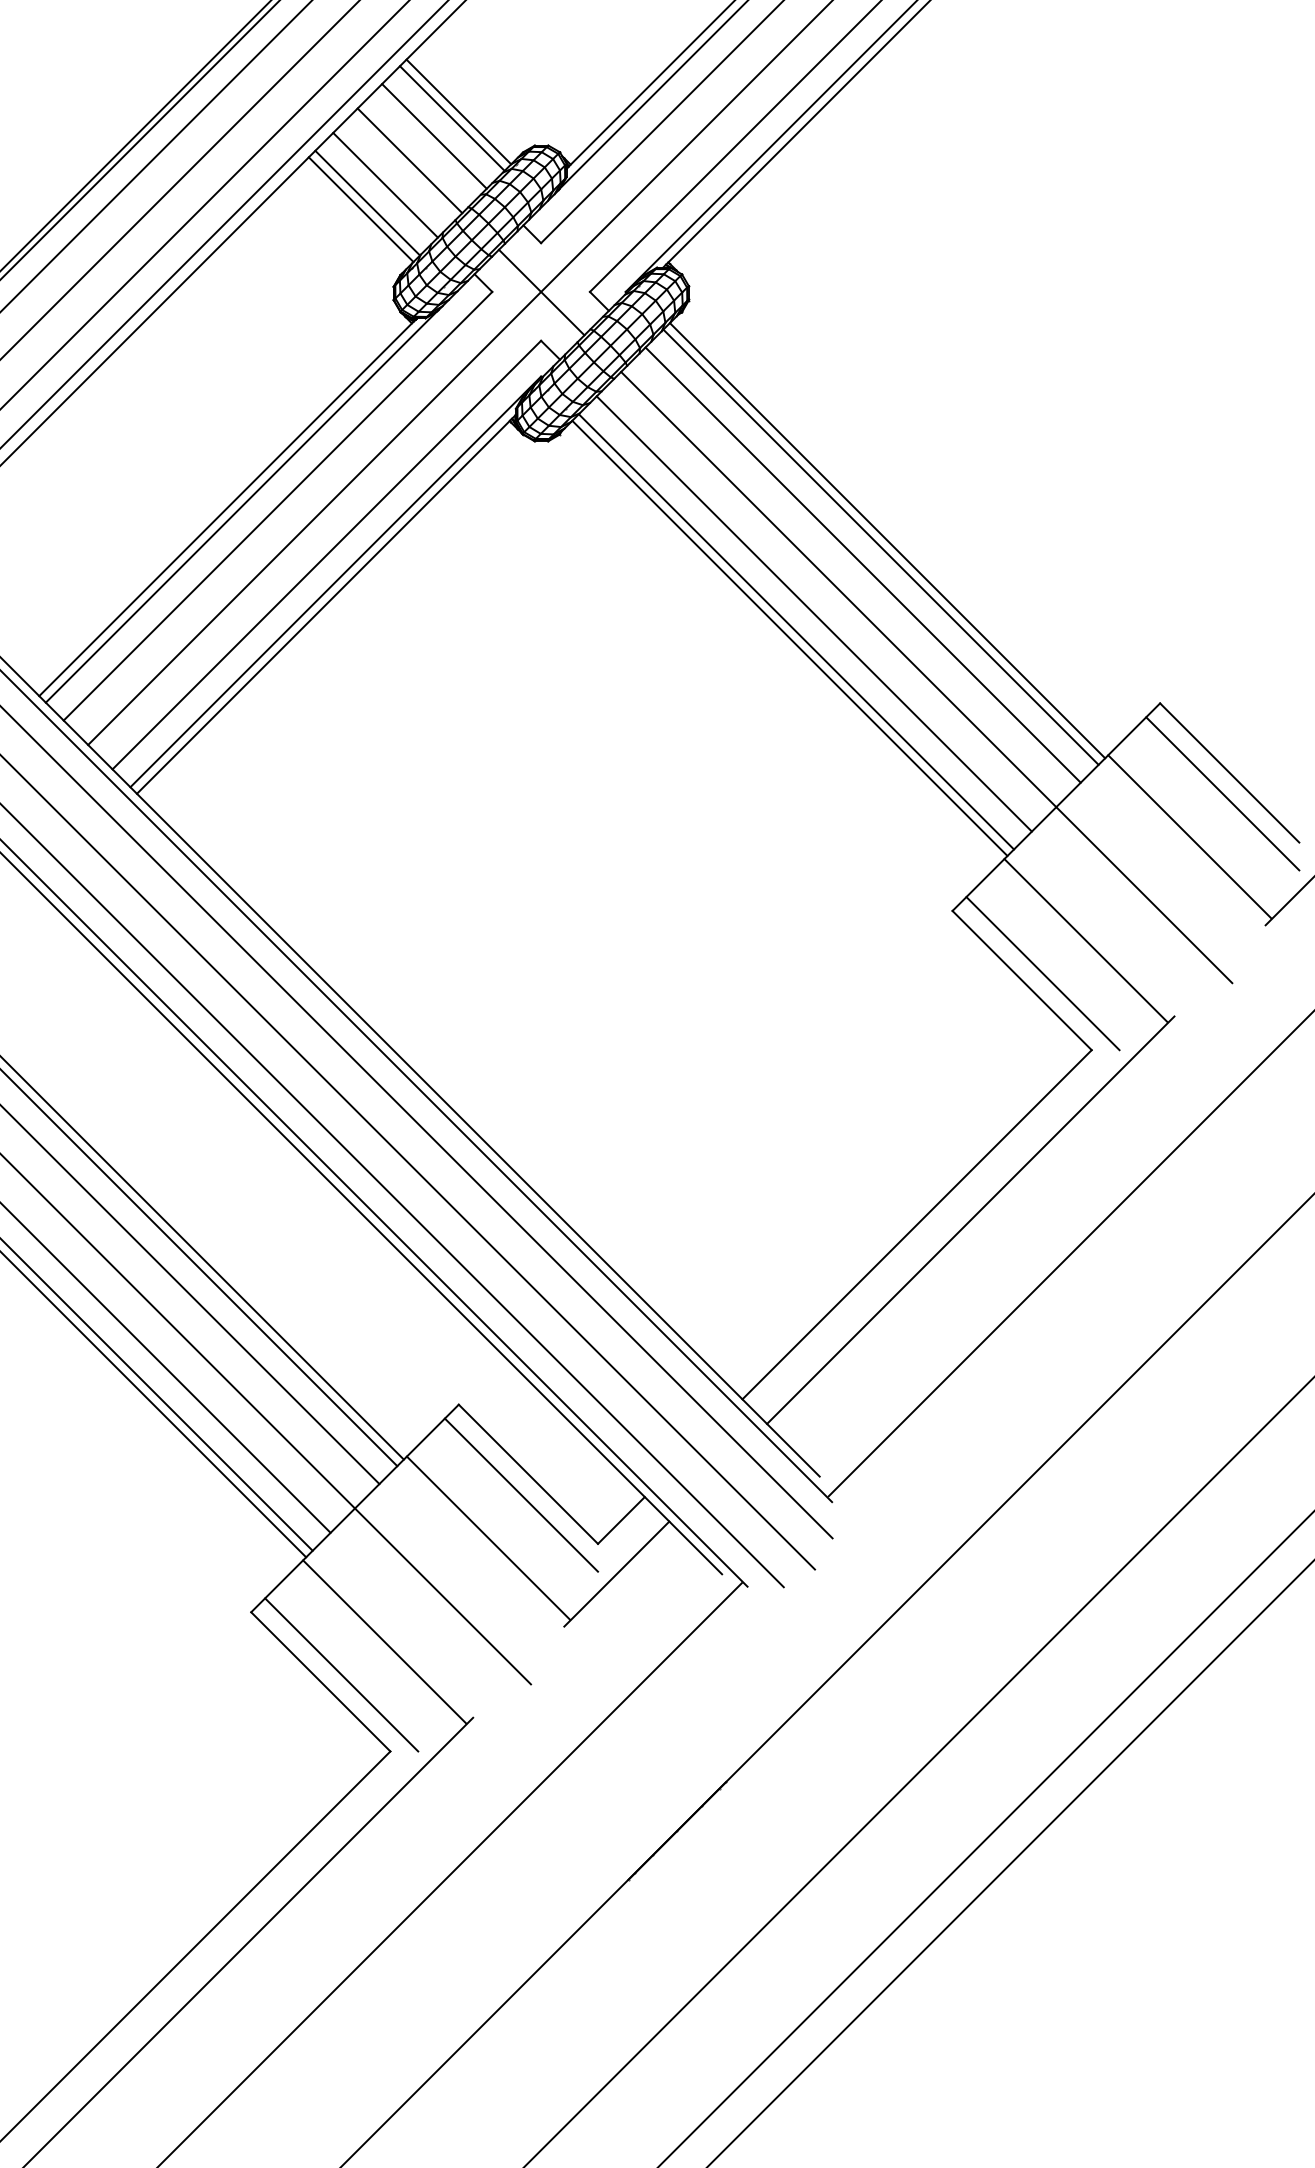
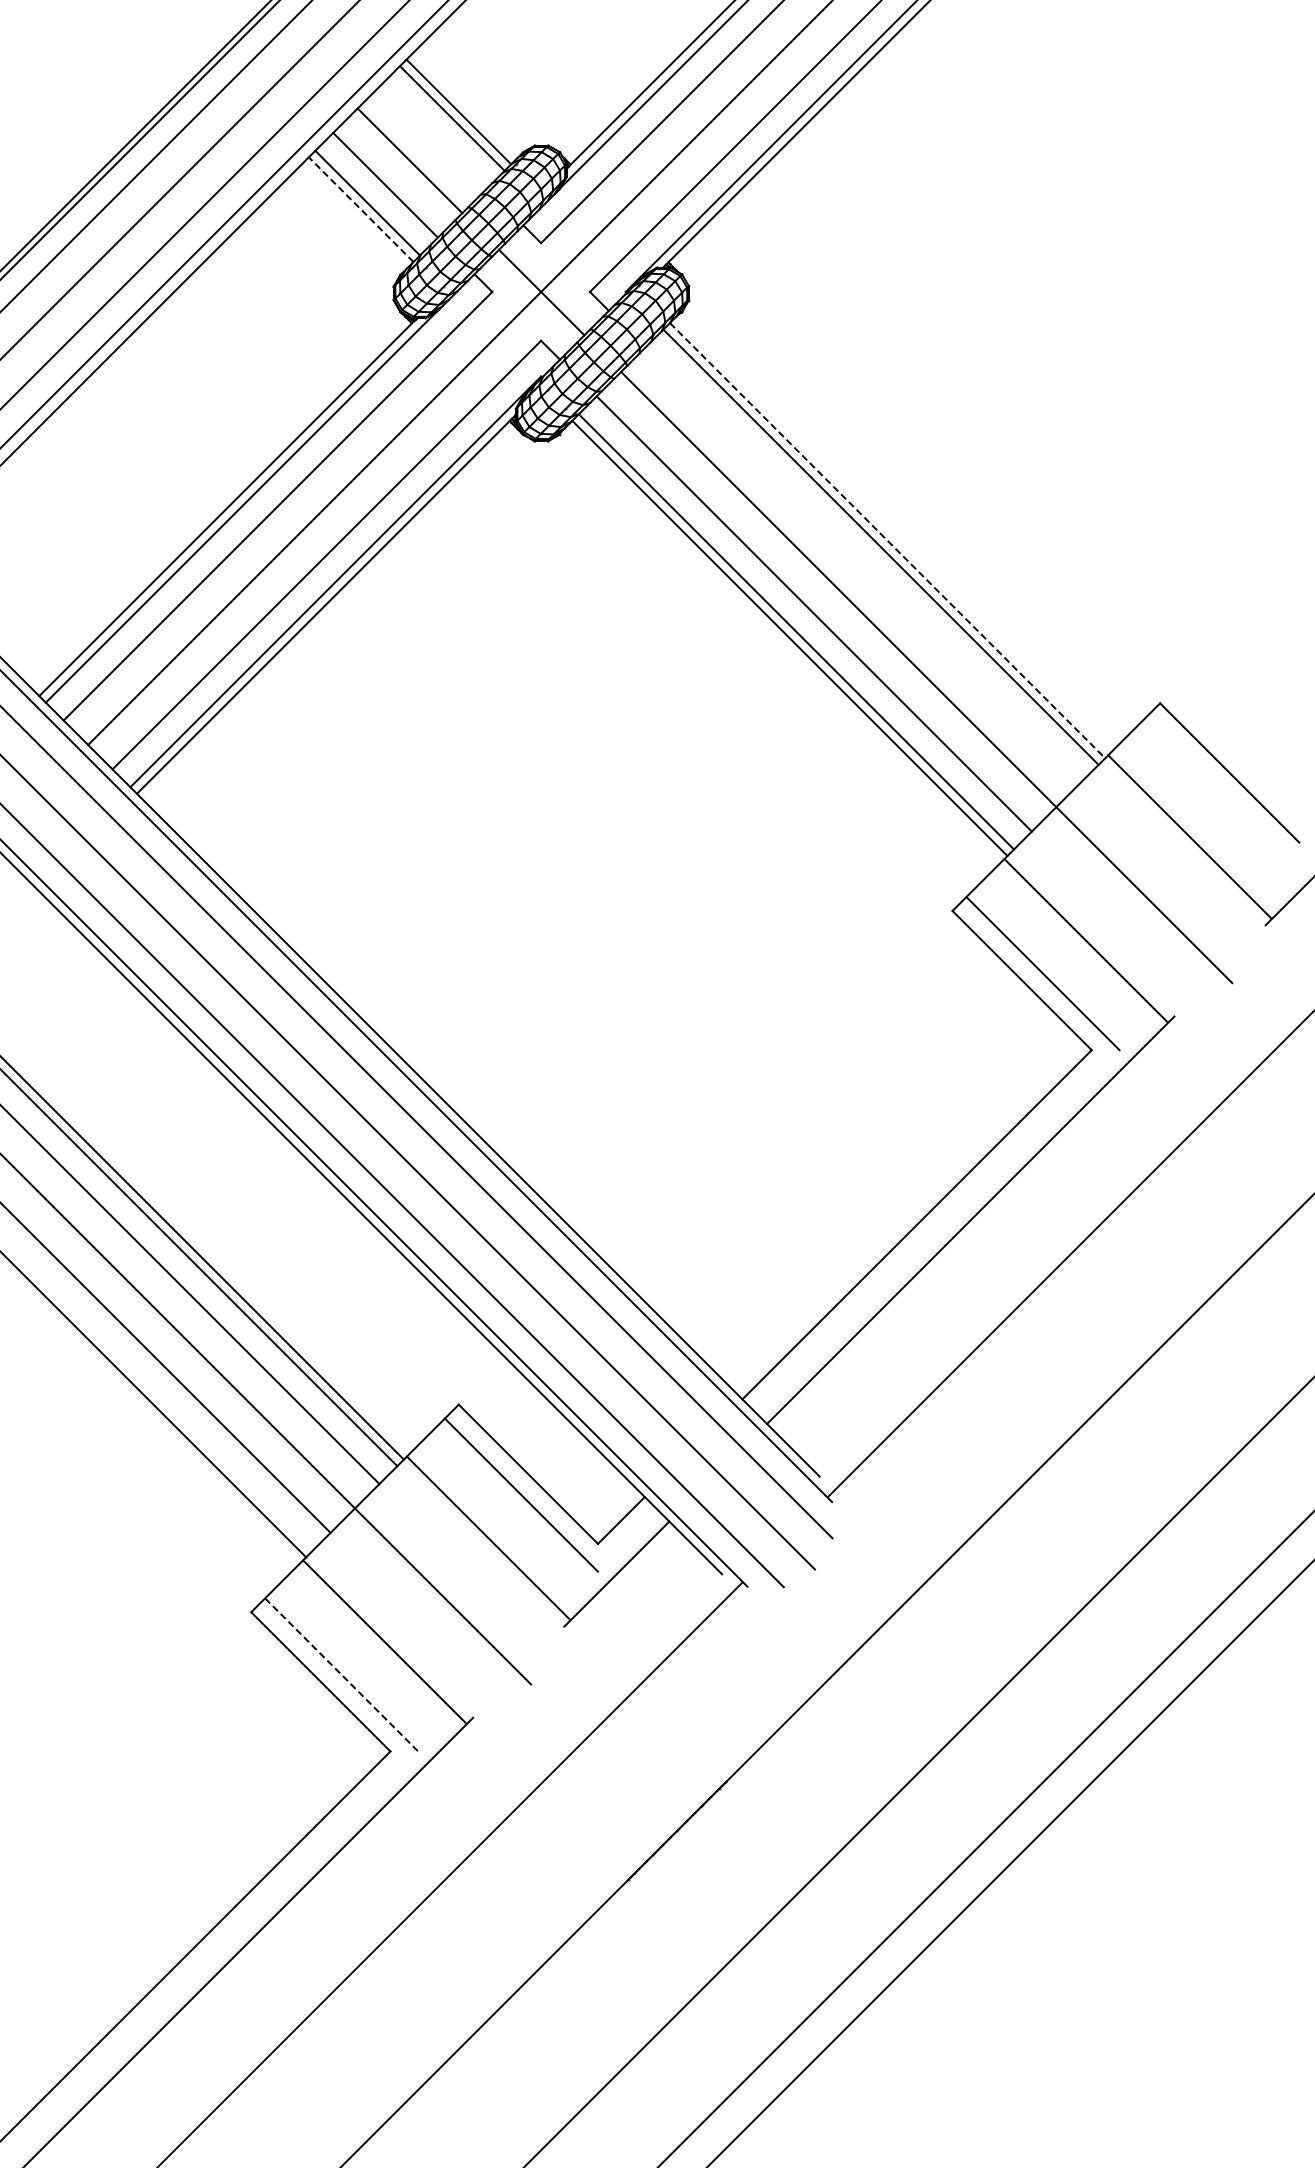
line at (434, 136): present -> none
line at (360, 209): solid -> dashed
line at (887, 540): solid -> dashed
line at (862, 564): present -> none
line at (1222, 793): present -> none
line at (157, 1395): present -> none
line at (342, 1675): solid -> dashed
